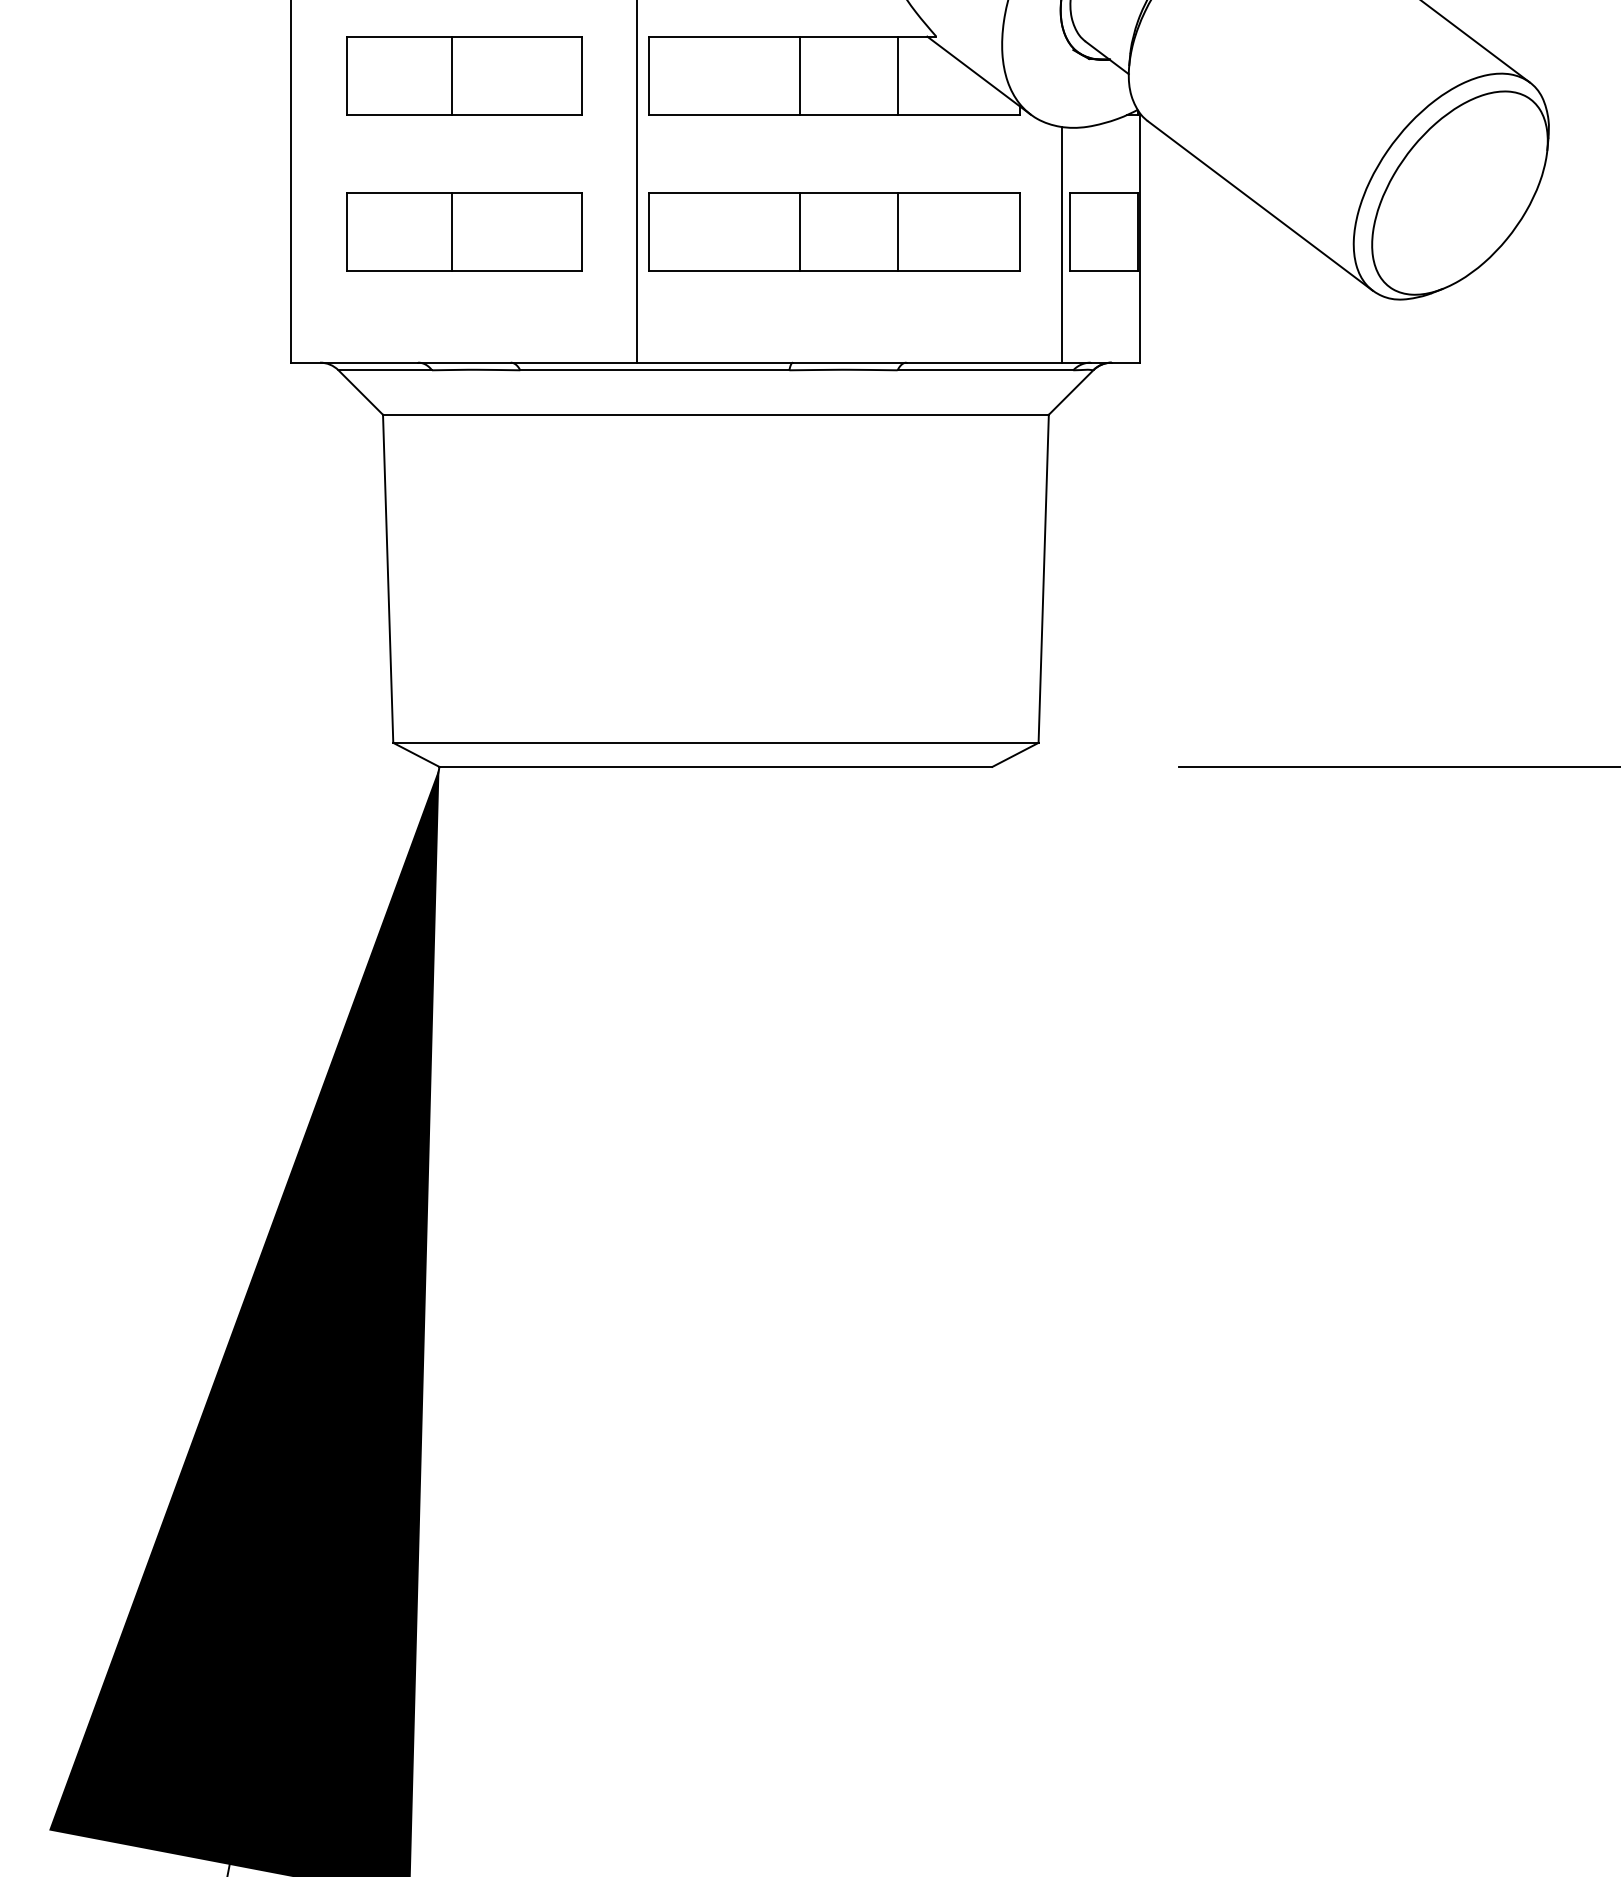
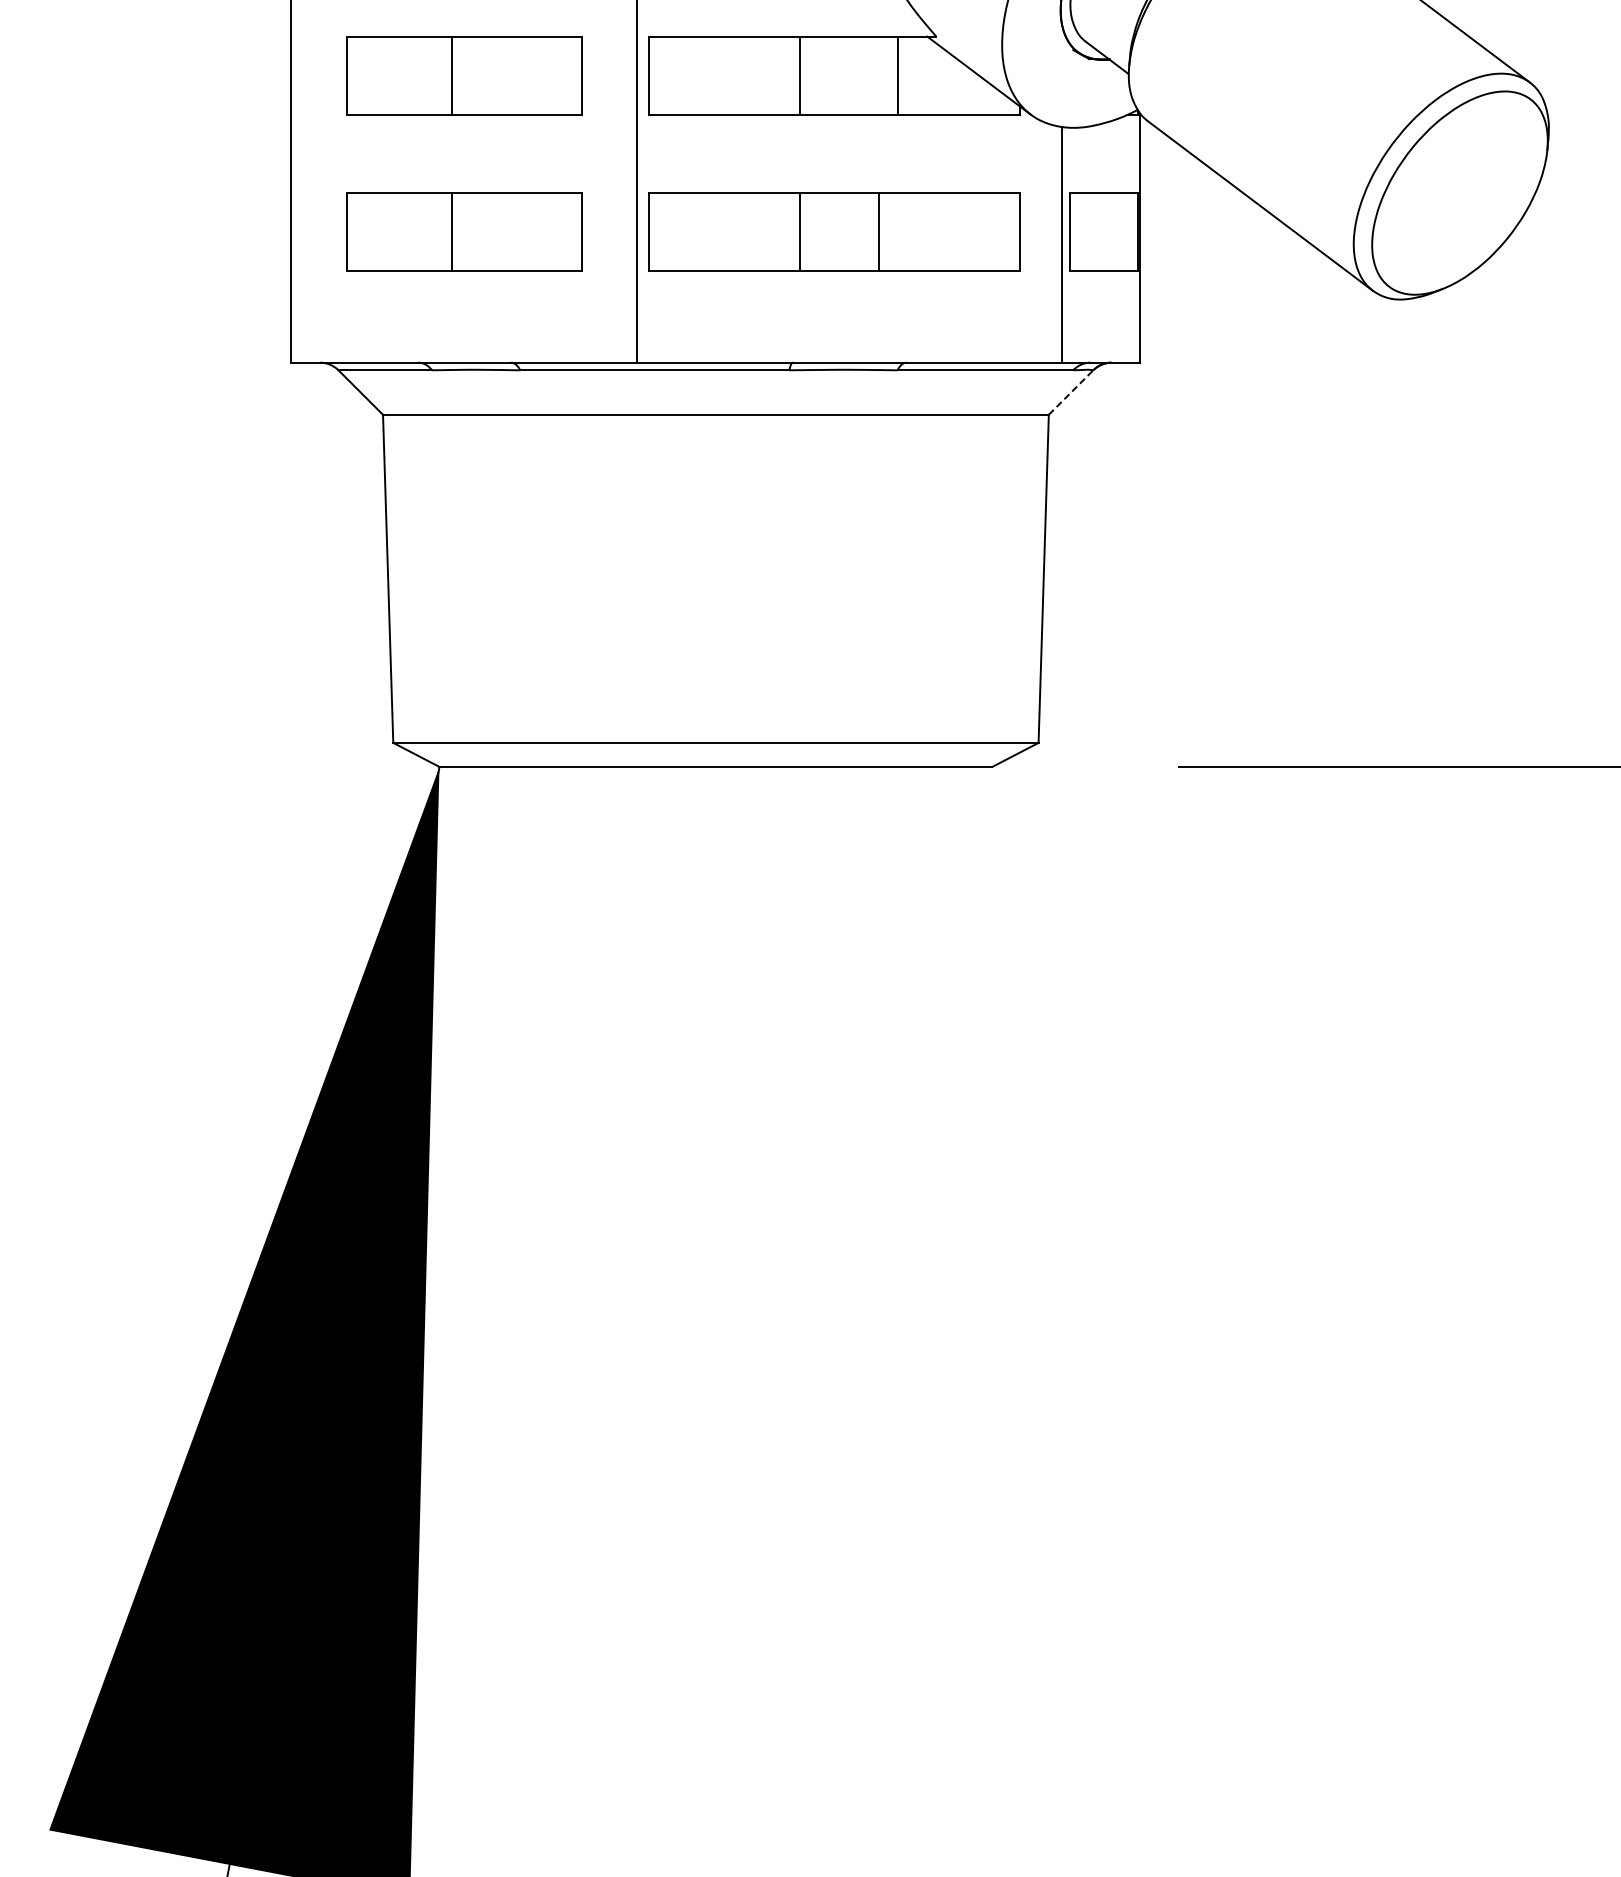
line at (898, 232) position: (898, 232) -> (879, 232)
line at (1071, 392): solid -> dashed
